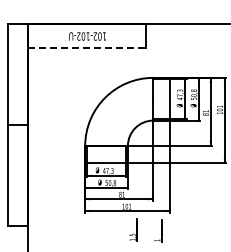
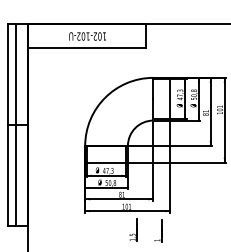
line at (86, 48): dashed -> solid
line at (16, 125): none -> present
